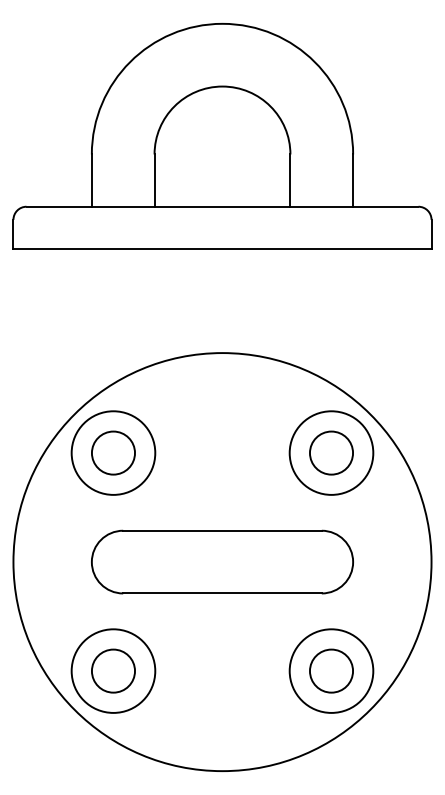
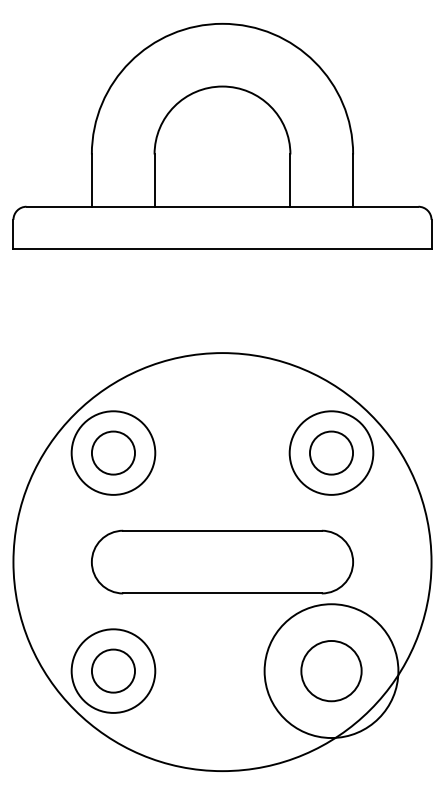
circle at (331, 670) diameter: 43 px -> 60 px
circle at (331, 670) diameter: 84 px -> 134 px
